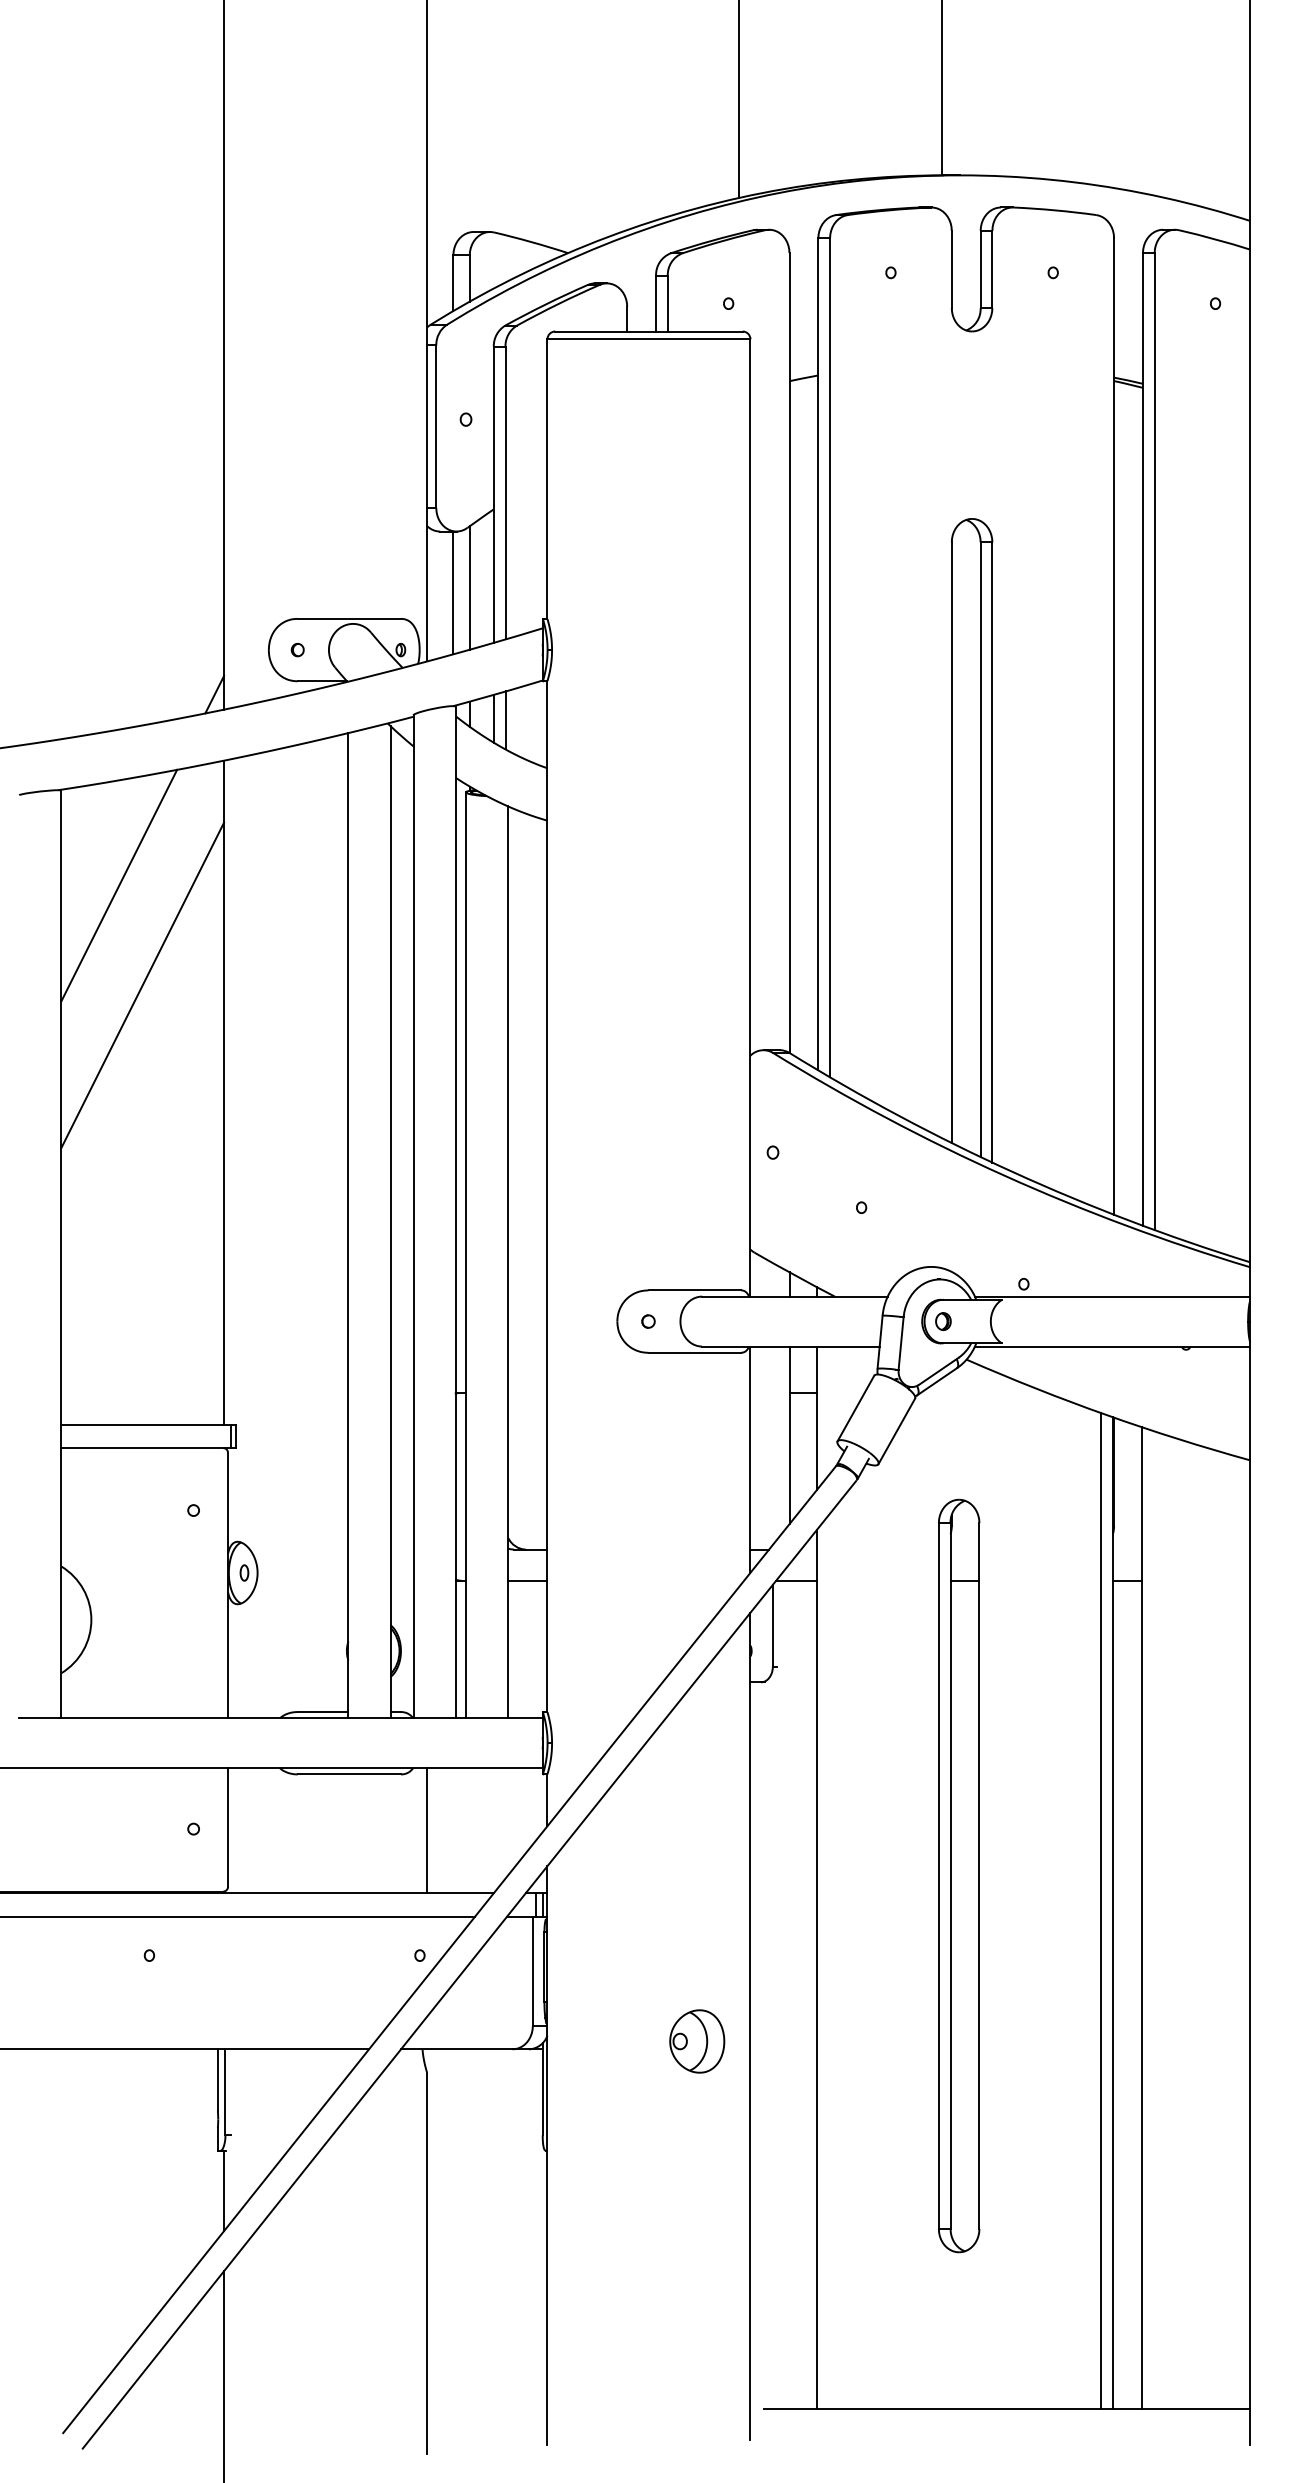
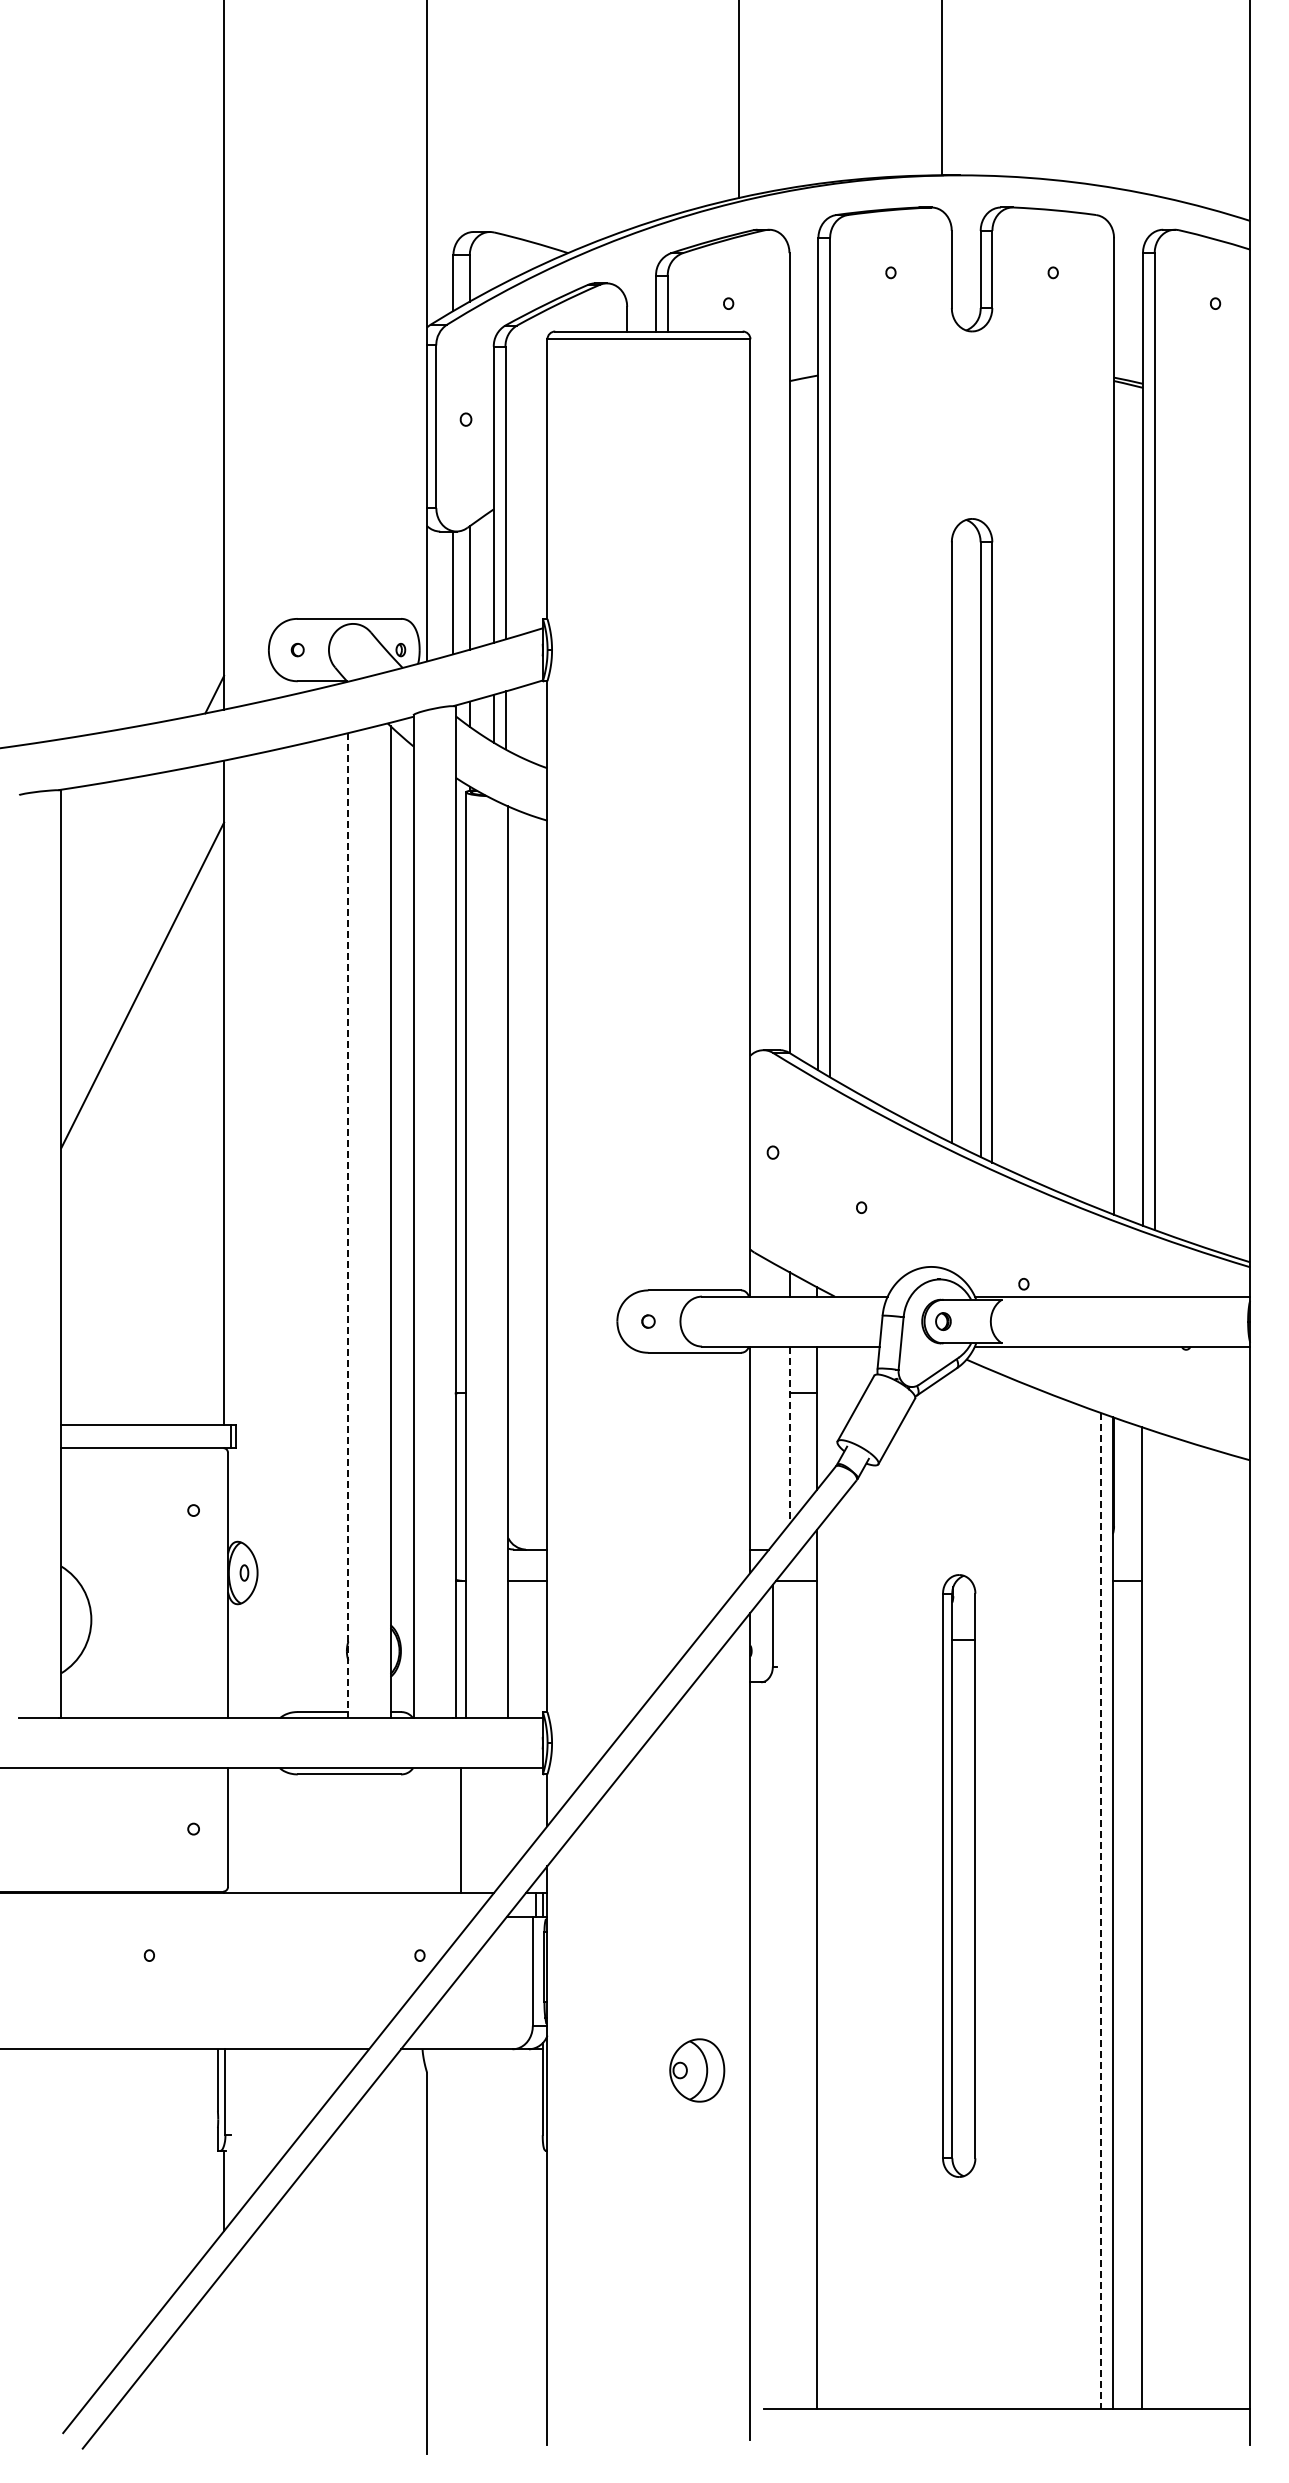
line at (119, 885): present -> none
line at (348, 1225): solid -> dashed
line at (789, 1435): solid -> dashed
line at (427, 1830) position: (427, 1830) -> (461, 1830)
part at (959, 1875) size: 43x756 px -> 35x604 px
line at (1101, 1910): solid -> dashed
line at (238, 1916): present -> none
part at (697, 2041) position: (697, 2041) -> (697, 2070)
line at (224, 2375): present -> none
